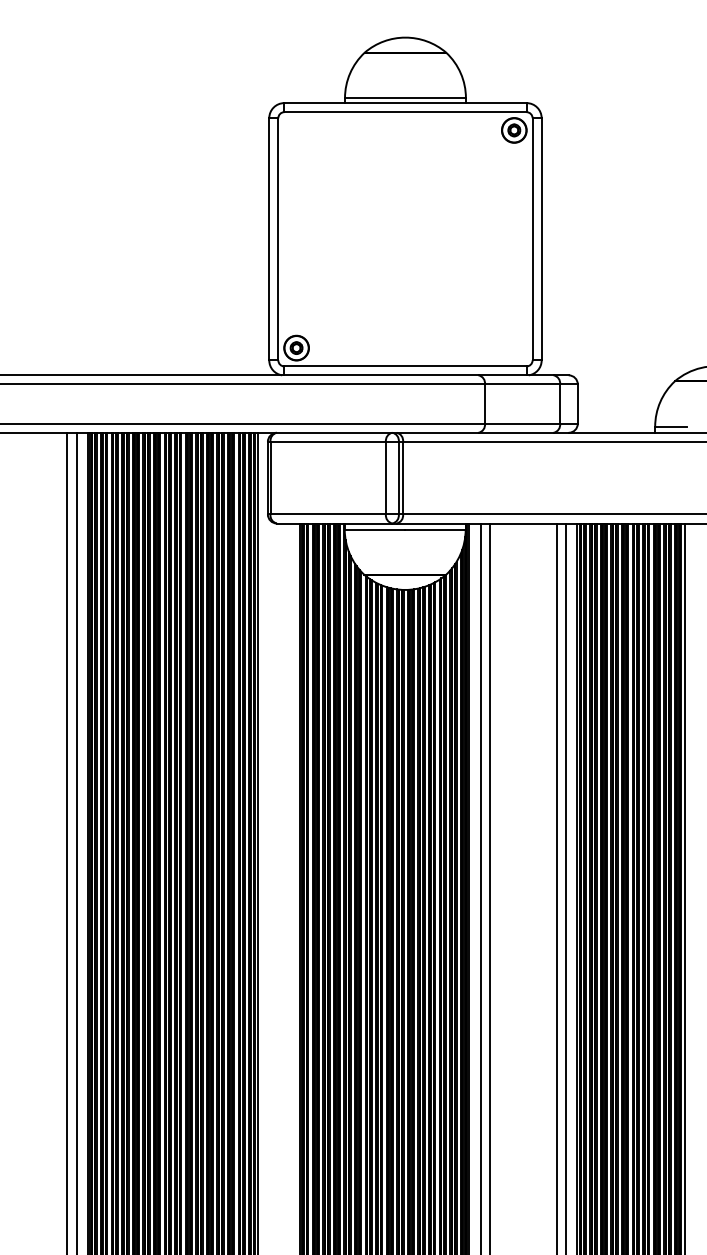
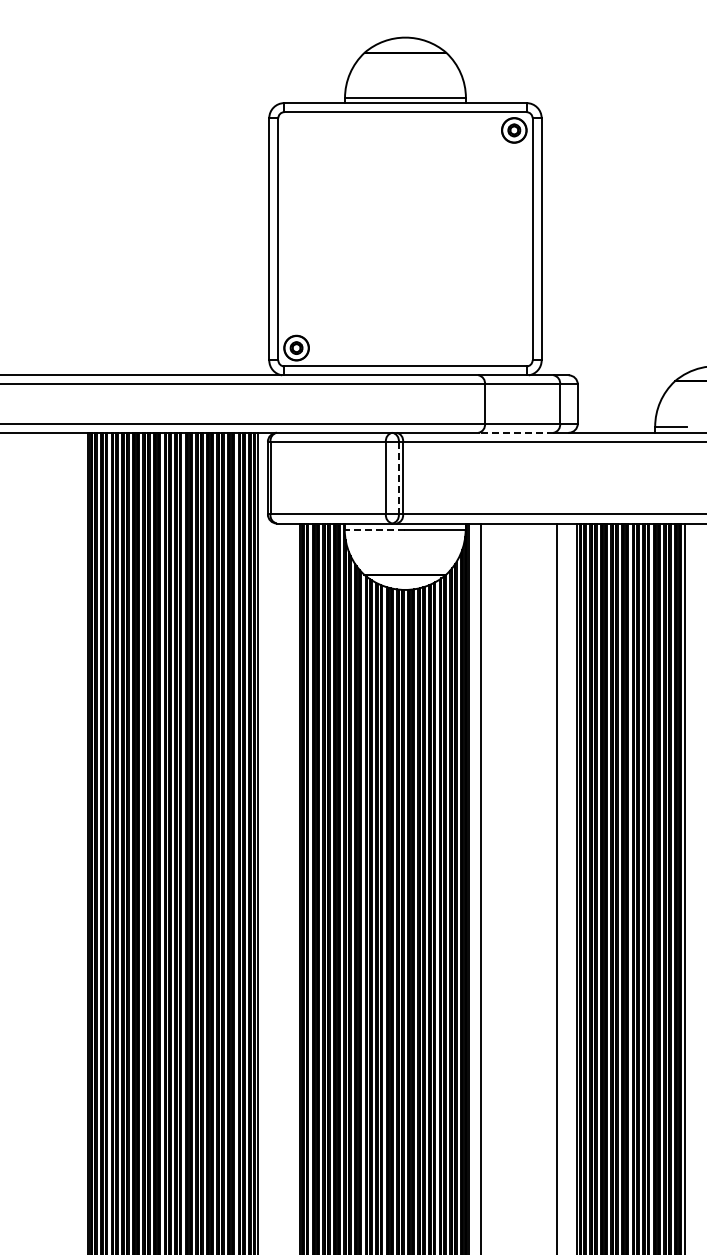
line at (516, 432): solid -> dashed
line at (398, 478): solid -> dashed
line at (374, 529): solid -> dashed
line at (67, 841): present -> none
line at (76, 841): present -> none
line at (490, 887): present -> none
line at (565, 887): present -> none
